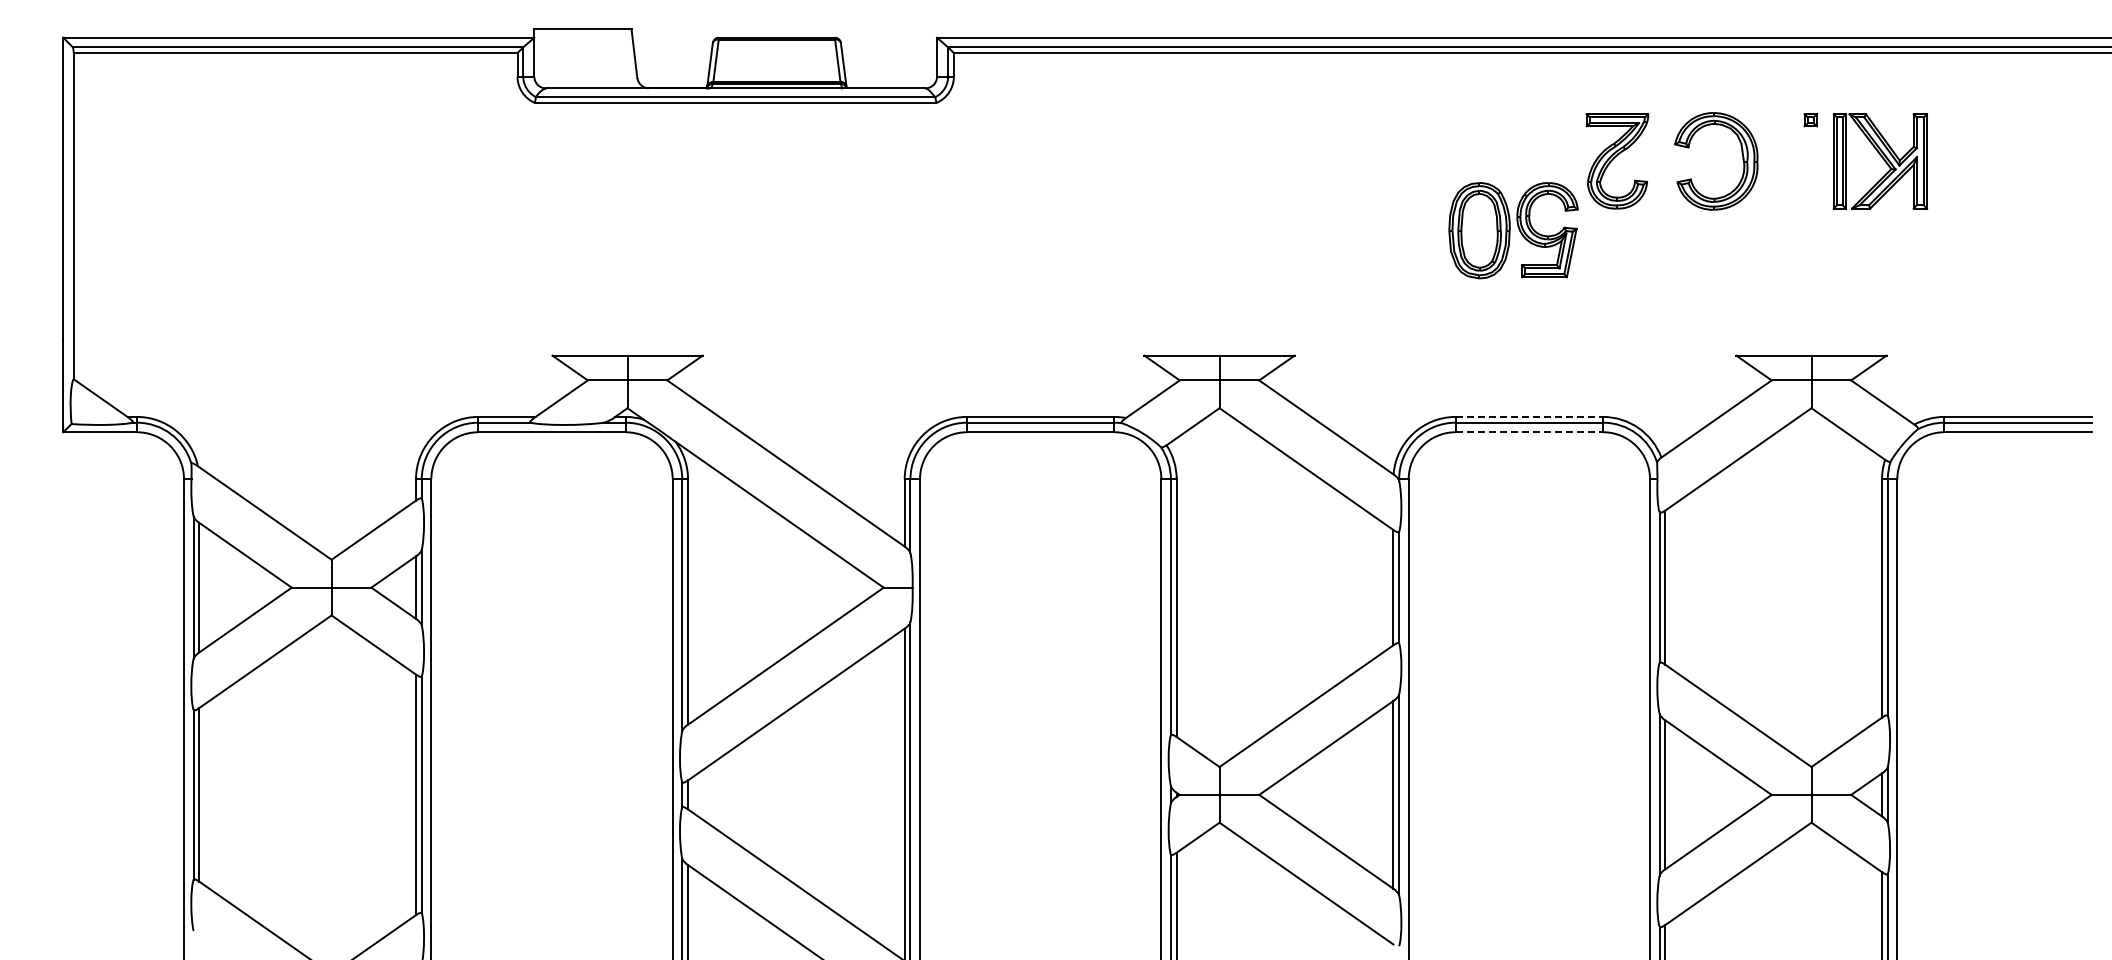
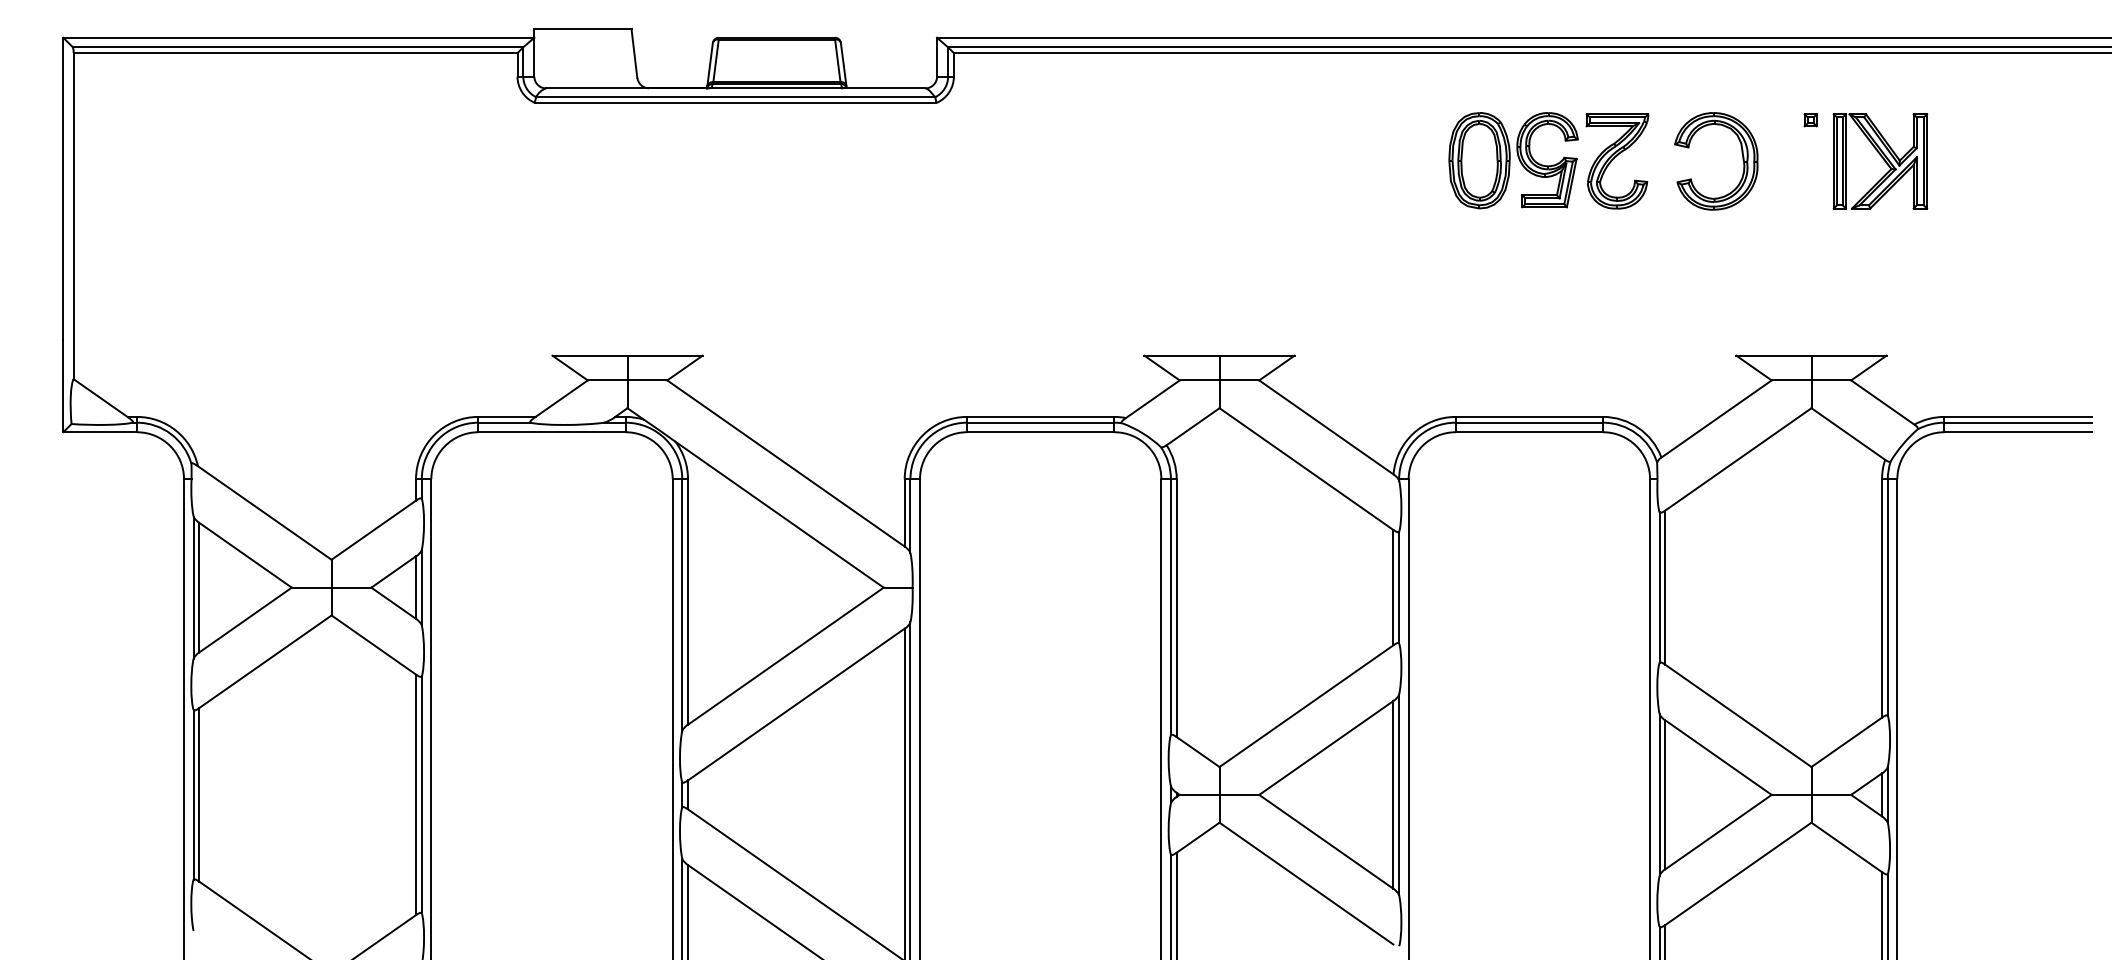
part at (1513, 230) position: (1513, 230) -> (1513, 160)
line at (1529, 416): dashed -> solid
line at (1529, 432): dashed -> solid
